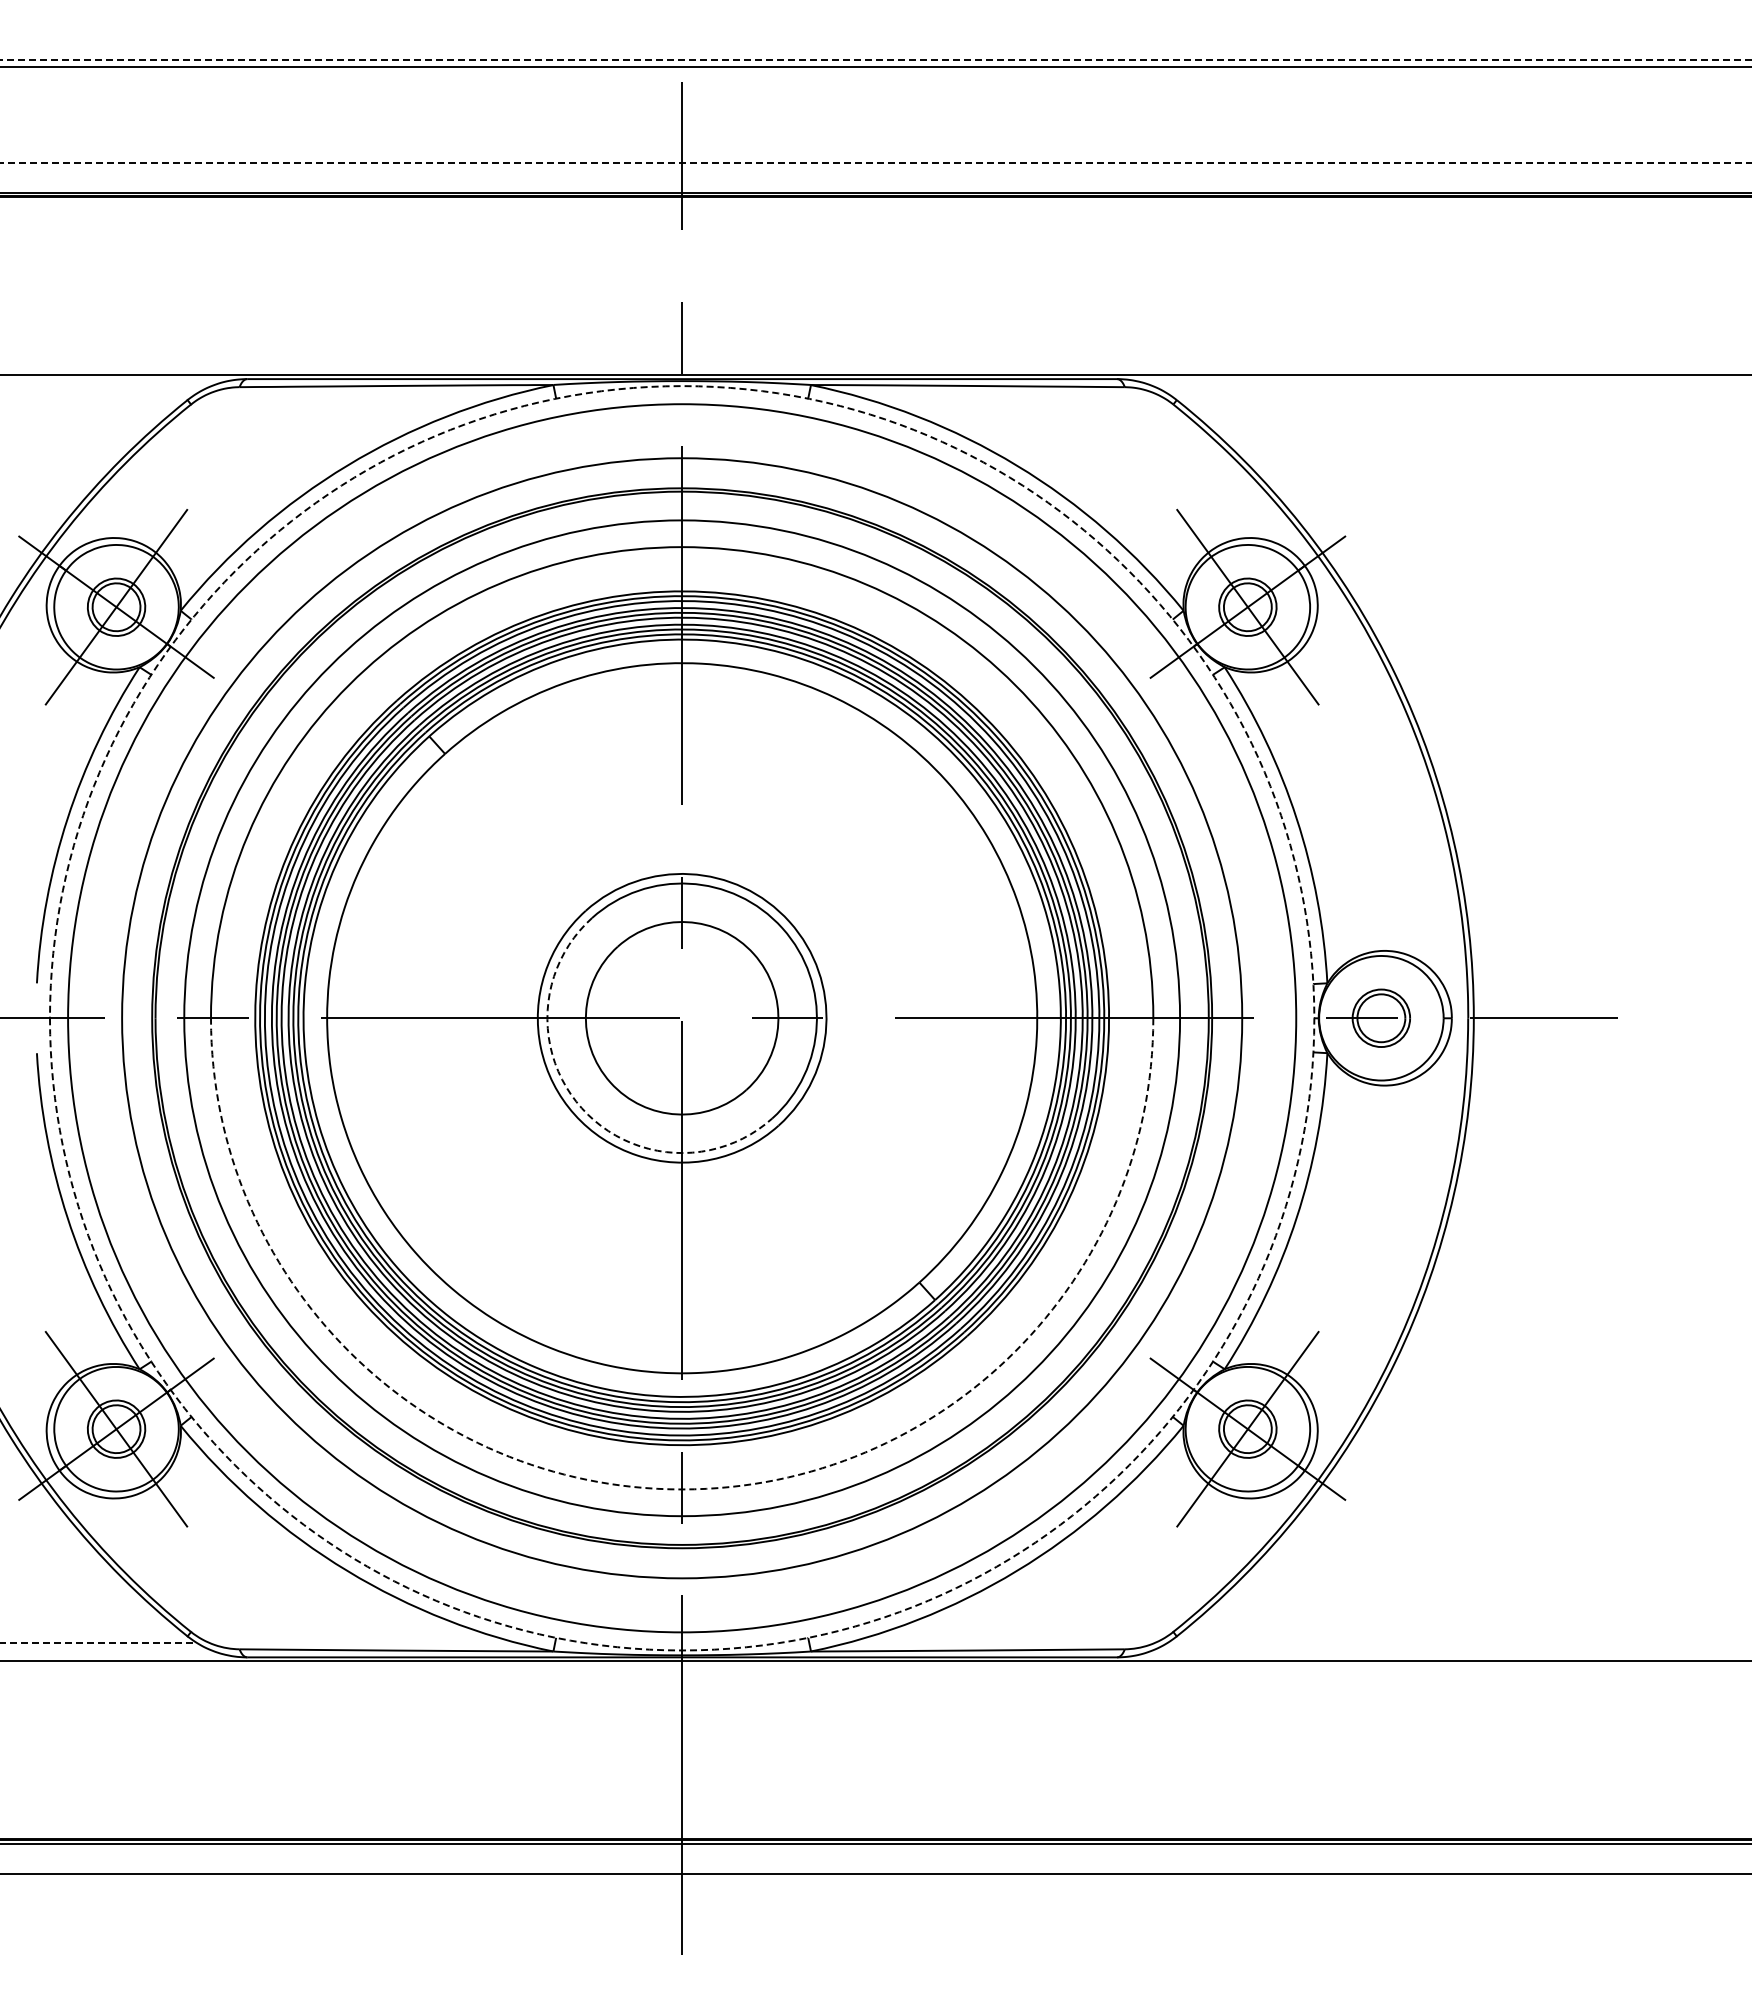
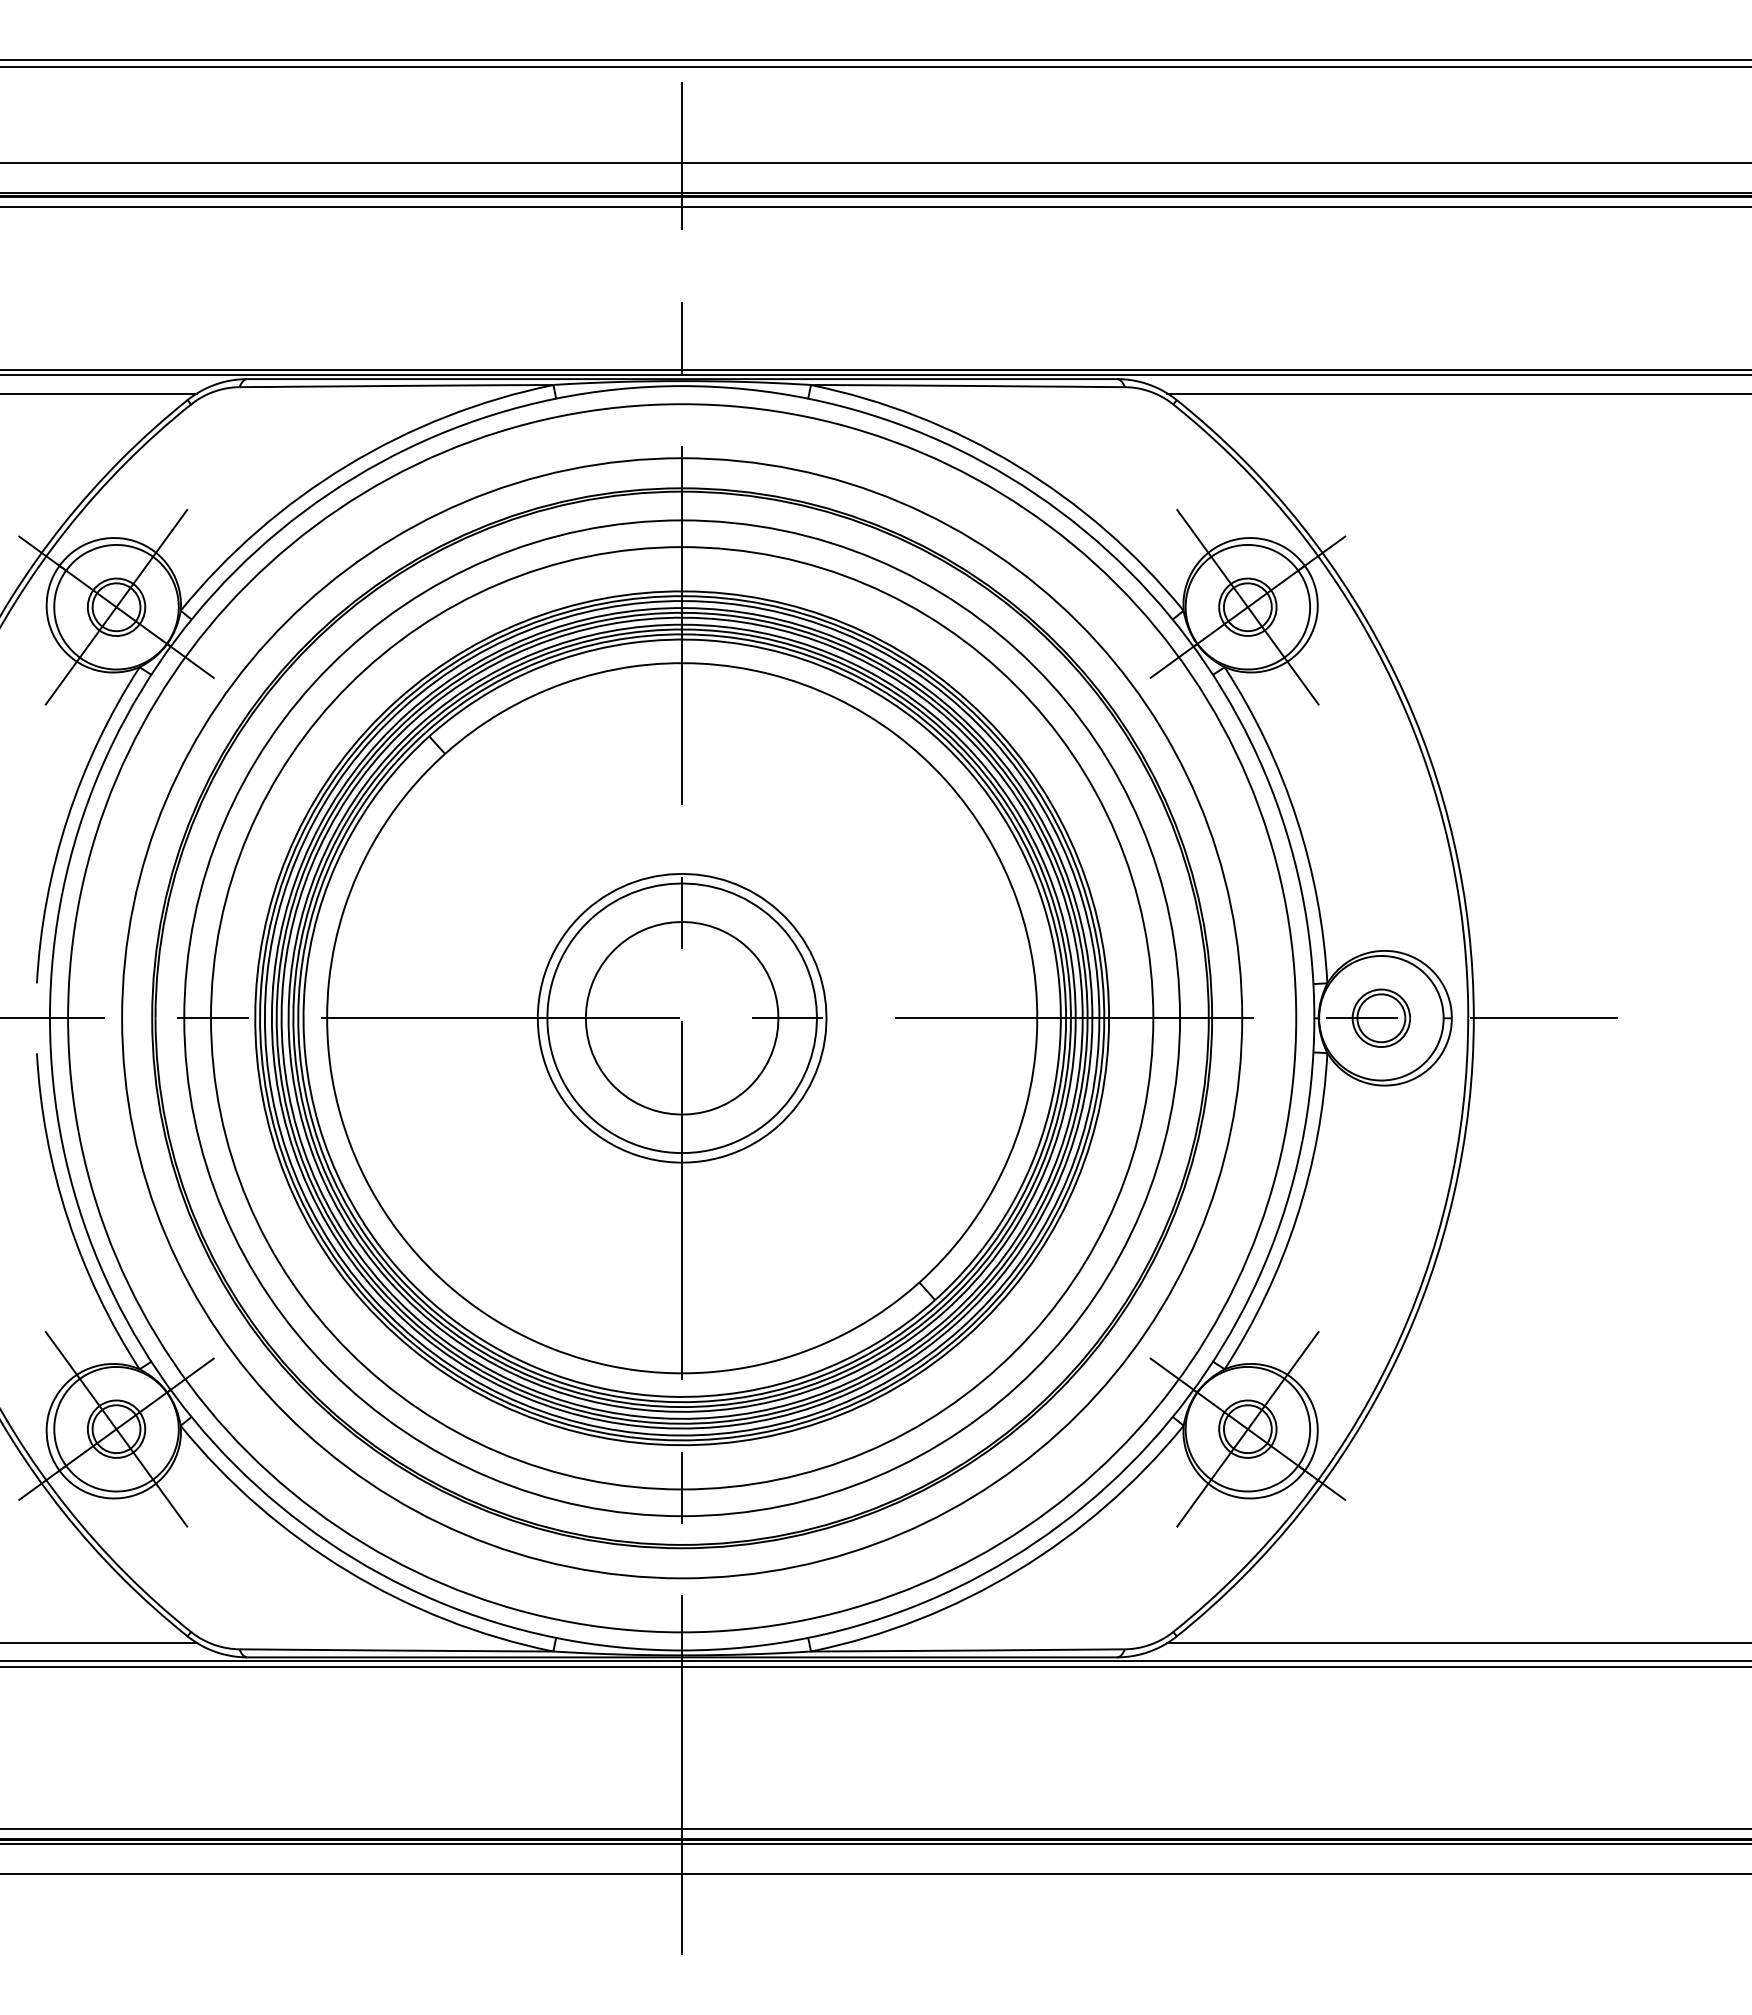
line at (876, 60): dashed -> solid
line at (875, 162): dashed -> solid
line at (875, 207): none -> present
line at (875, 369): none -> present
line at (99, 393): none -> present
line at (1457, 393): none -> present
circle at (681, 1018): dashed -> solid
arc at (581, 1108): dashed -> solid
arc at (682, 1489): dashed -> solid
line at (99, 1642): dashed -> solid
line at (1457, 1642): none -> present
line at (875, 1666): none -> present
line at (875, 1829): none -> present
